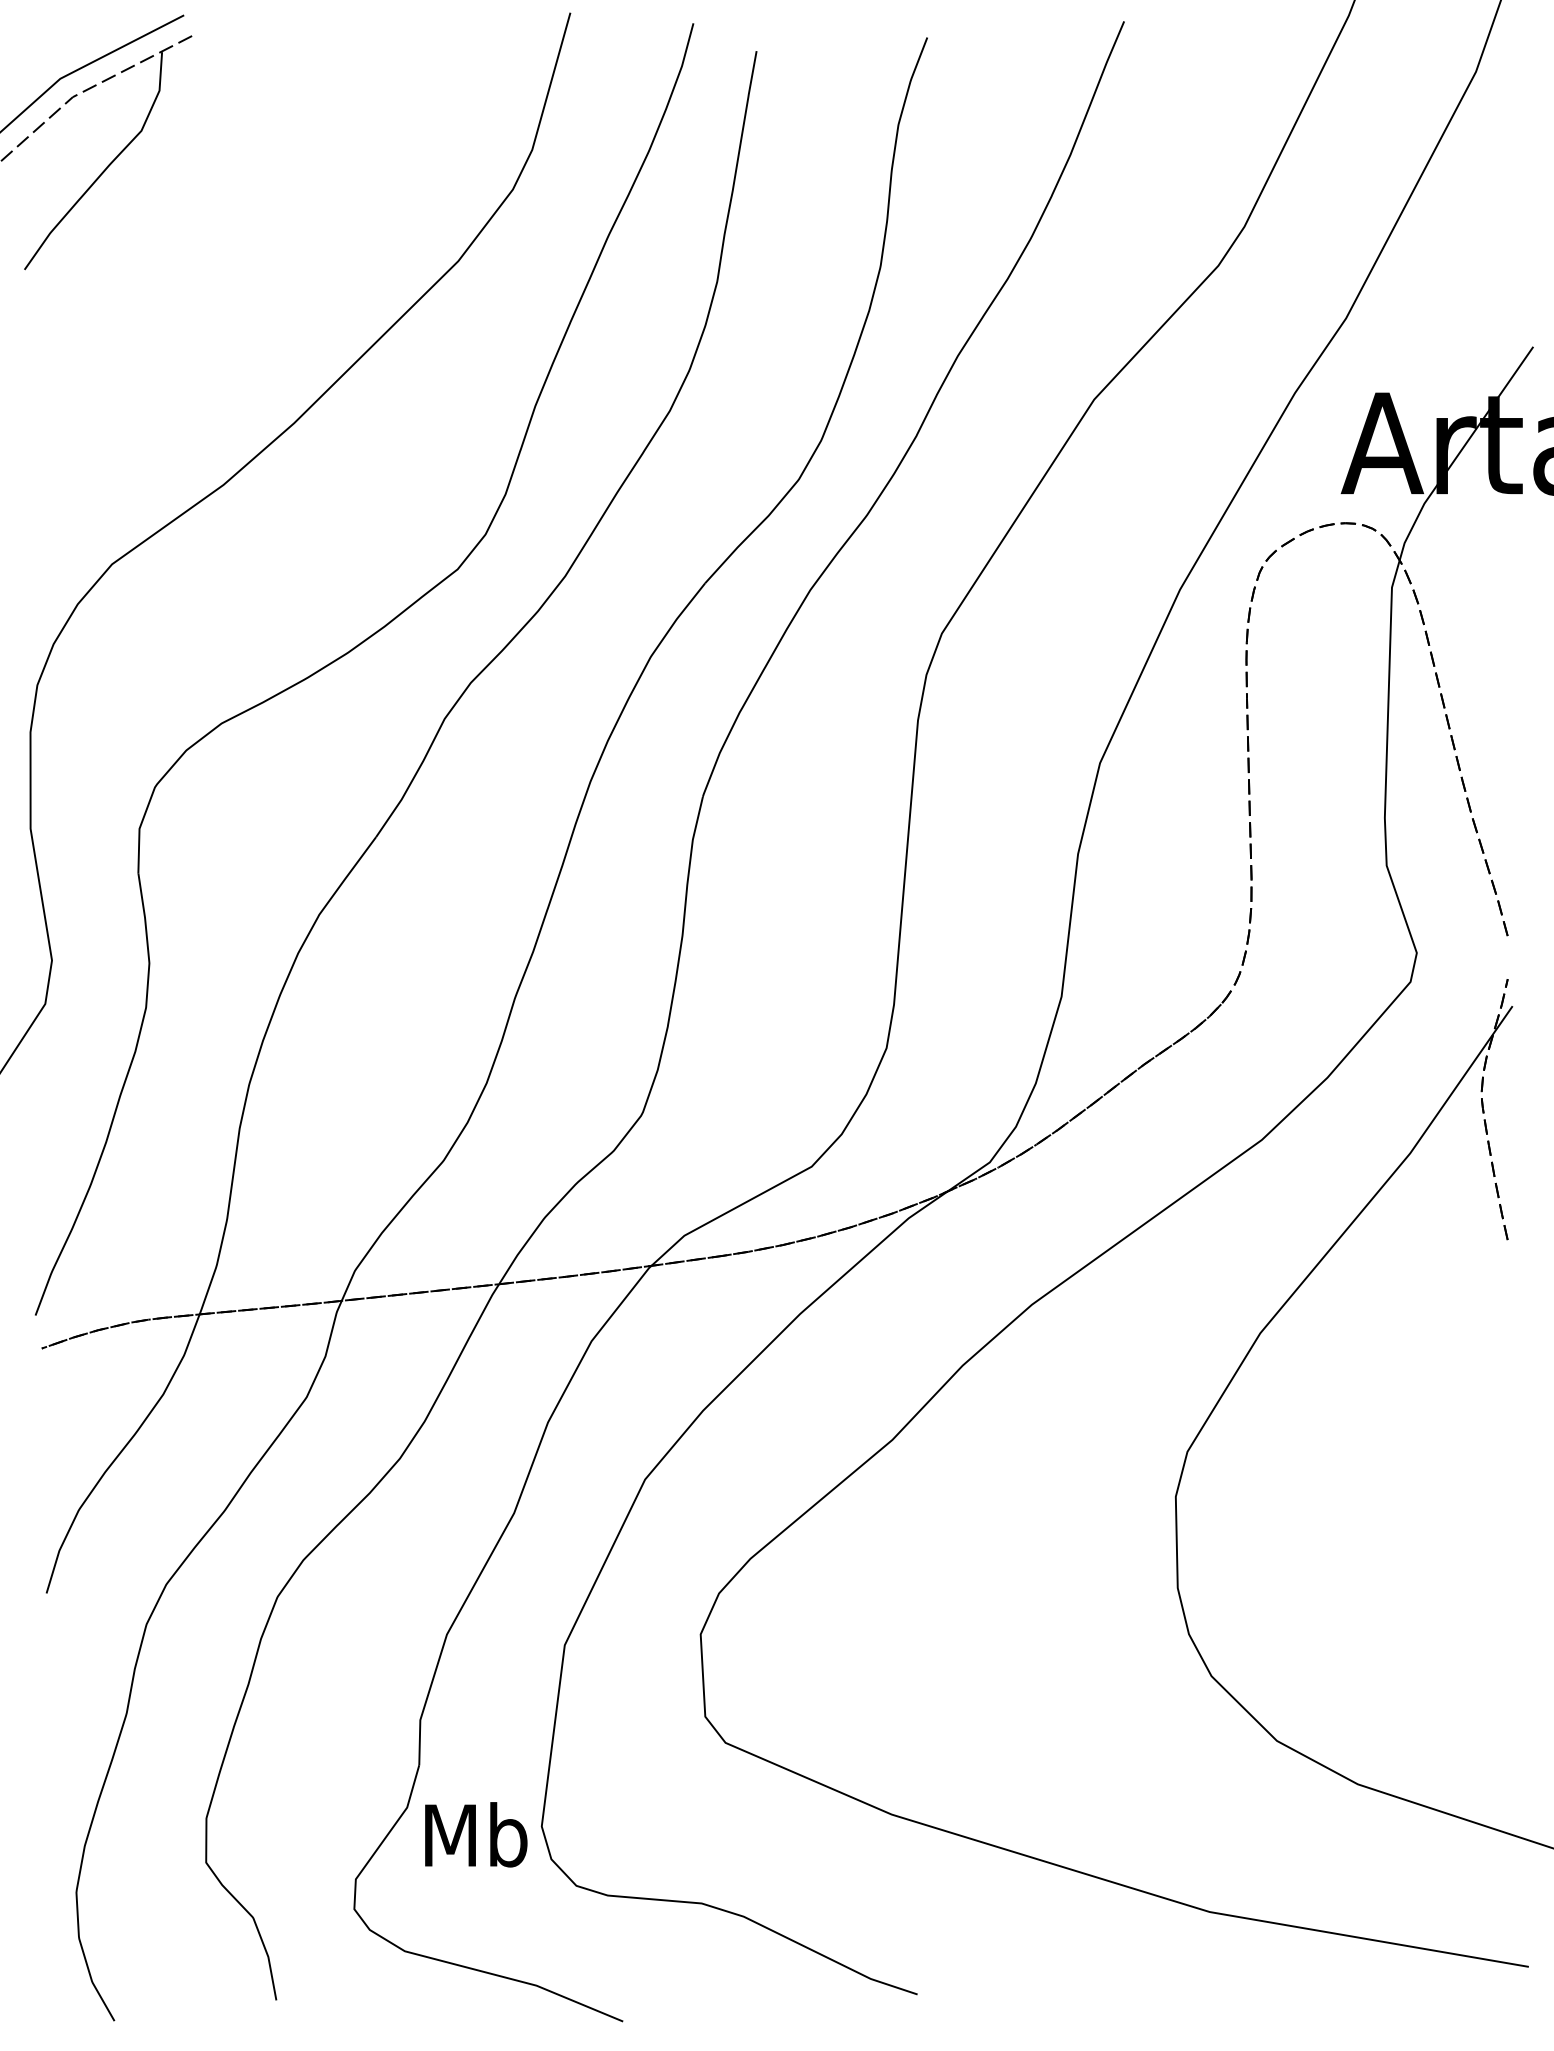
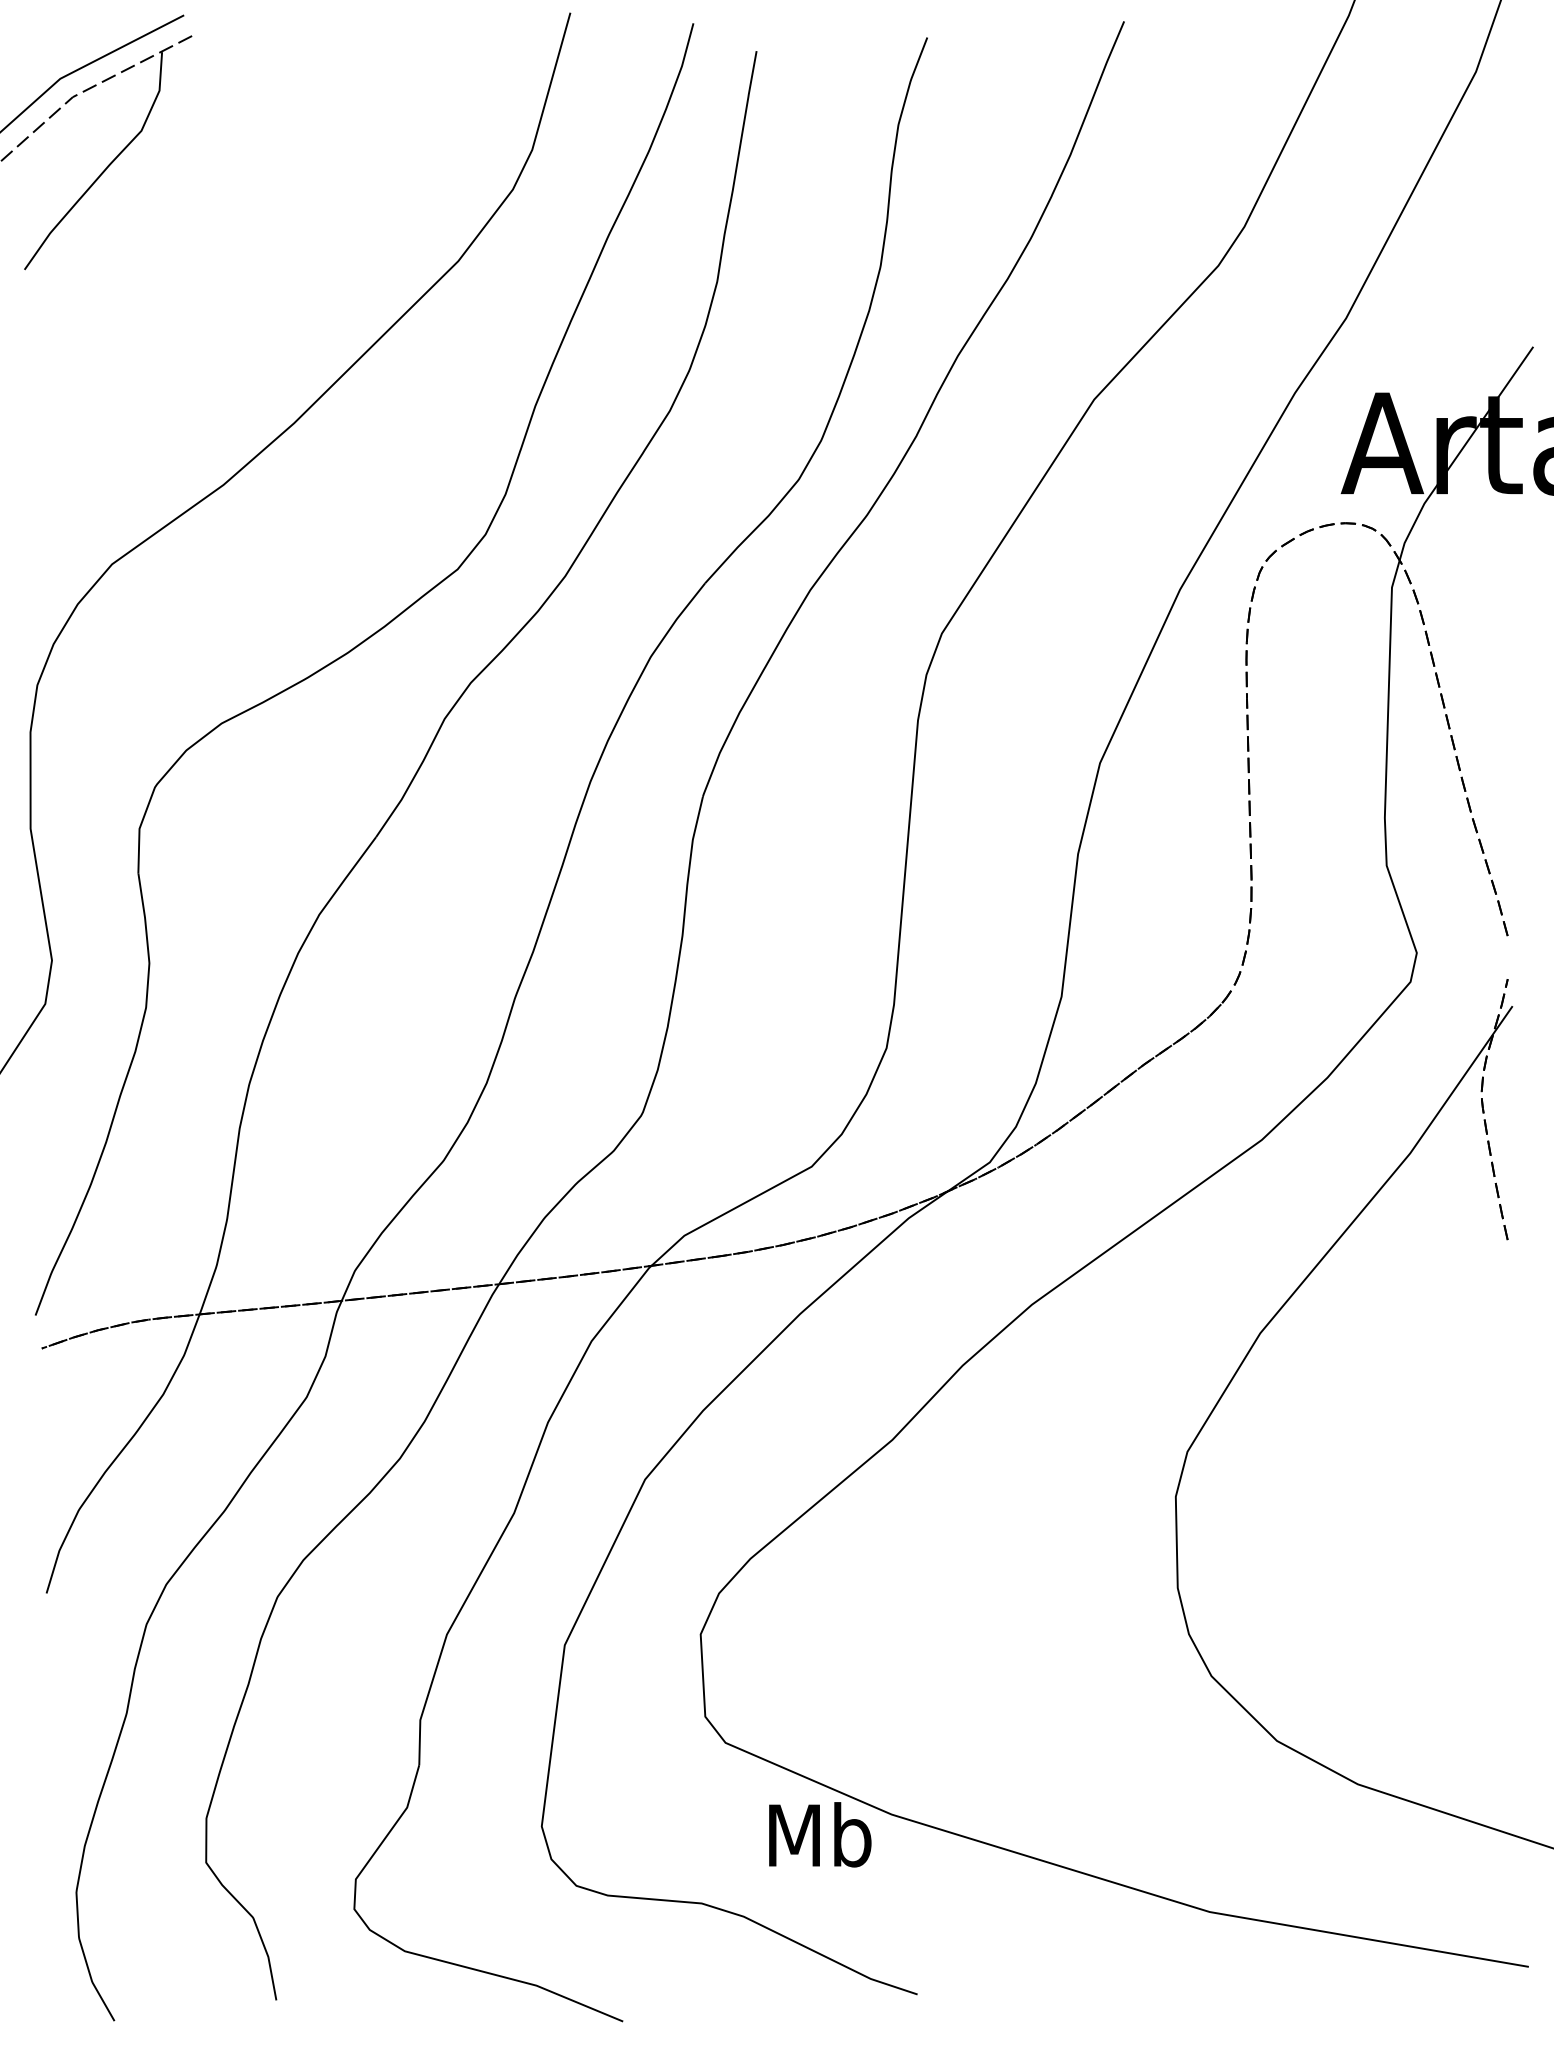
text at (476, 1834) position: (476, 1834) -> (820, 1834)
